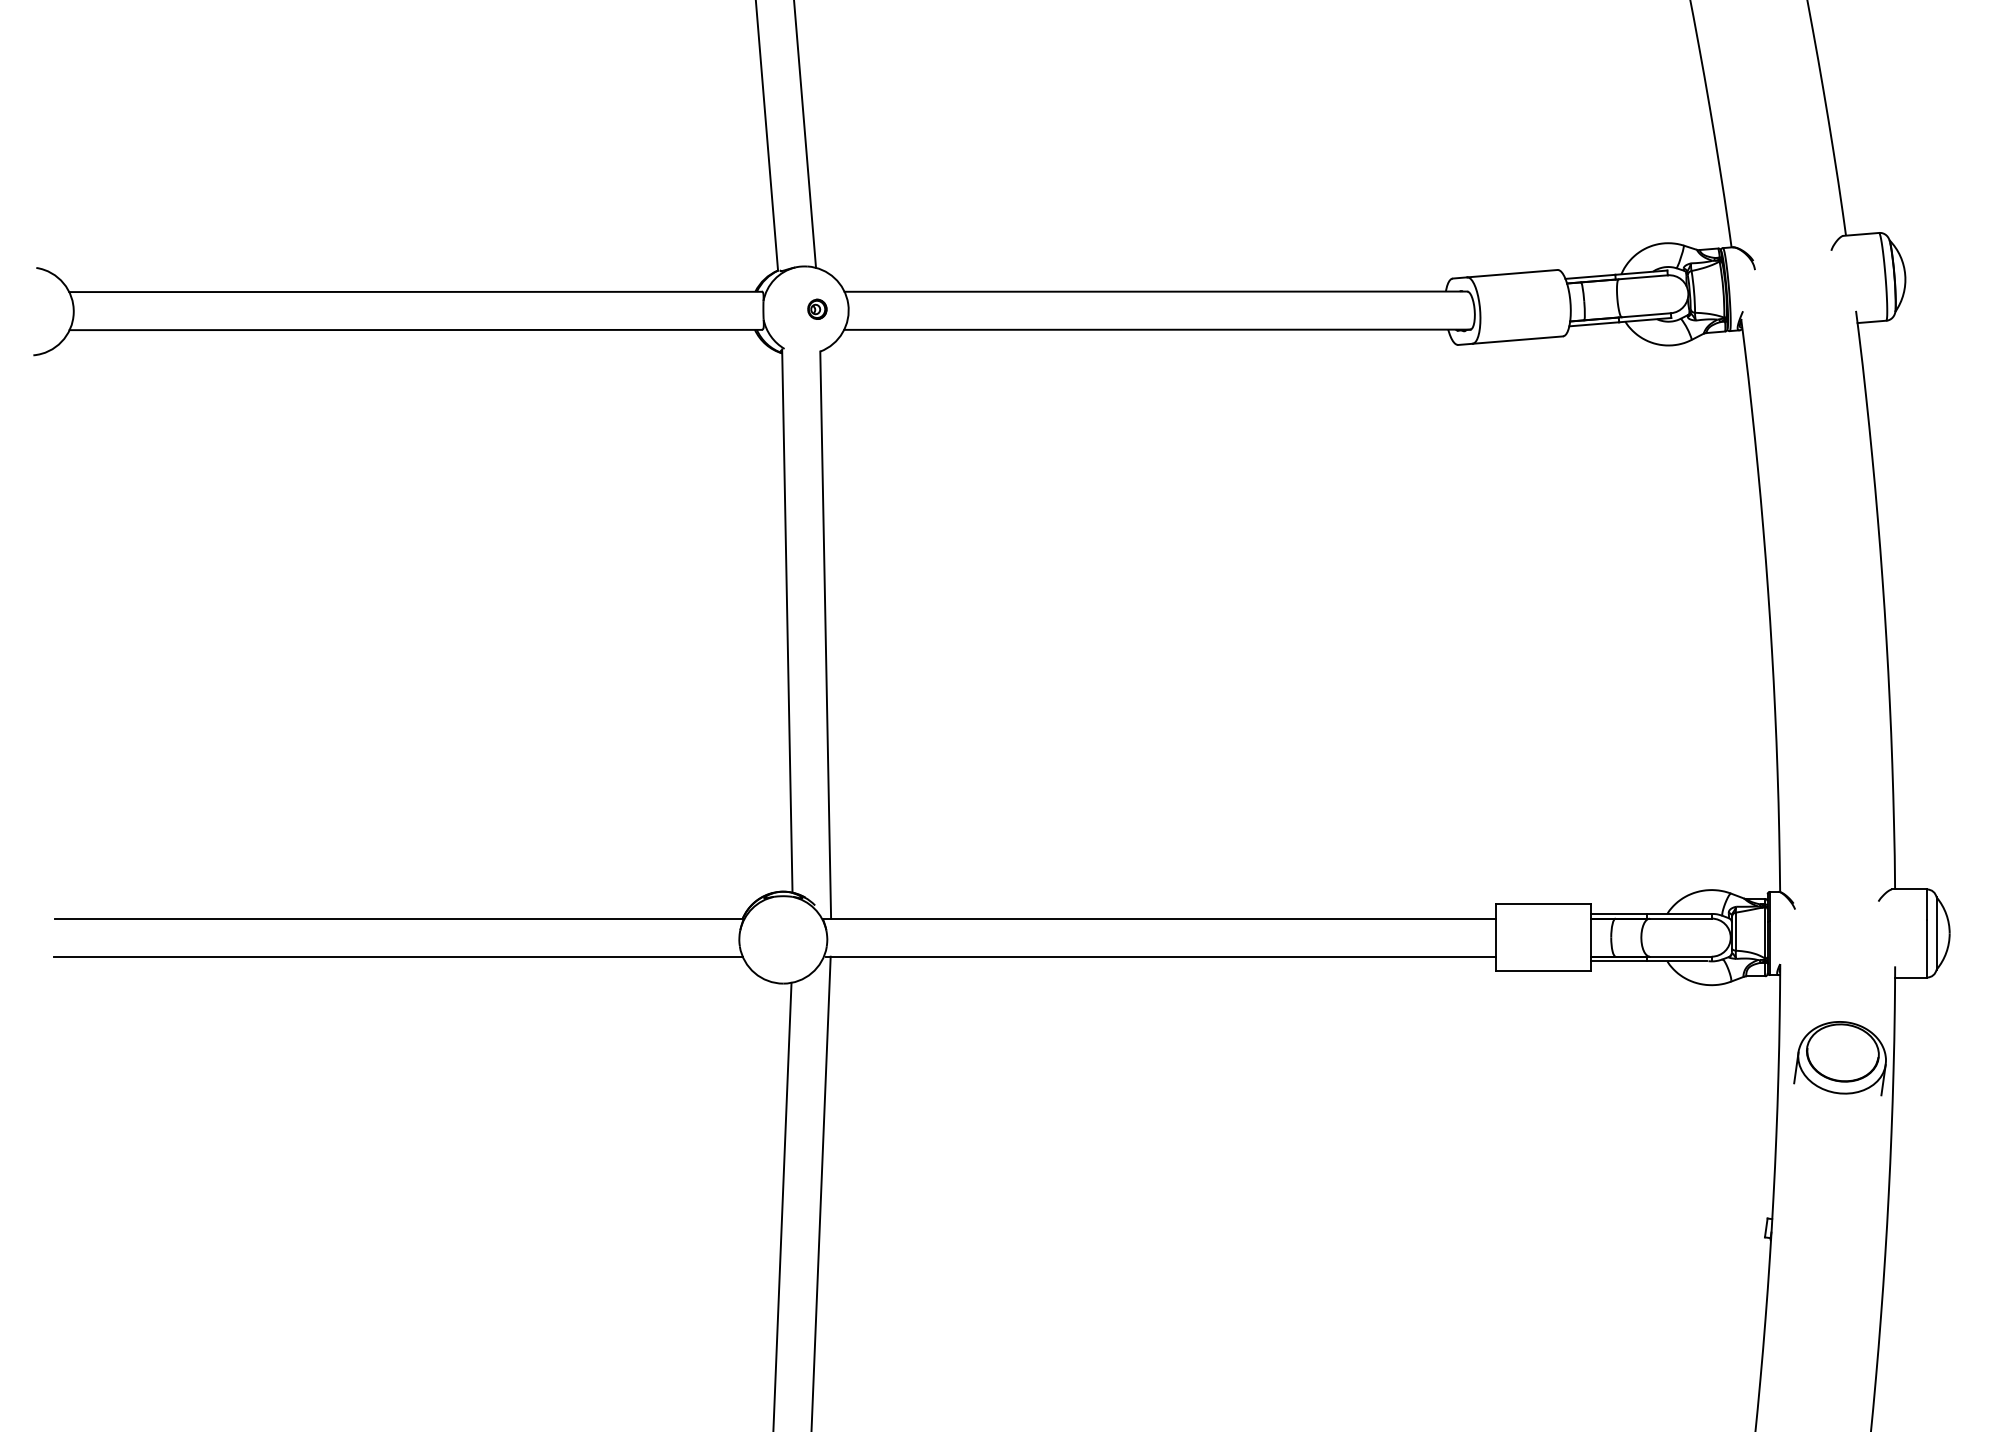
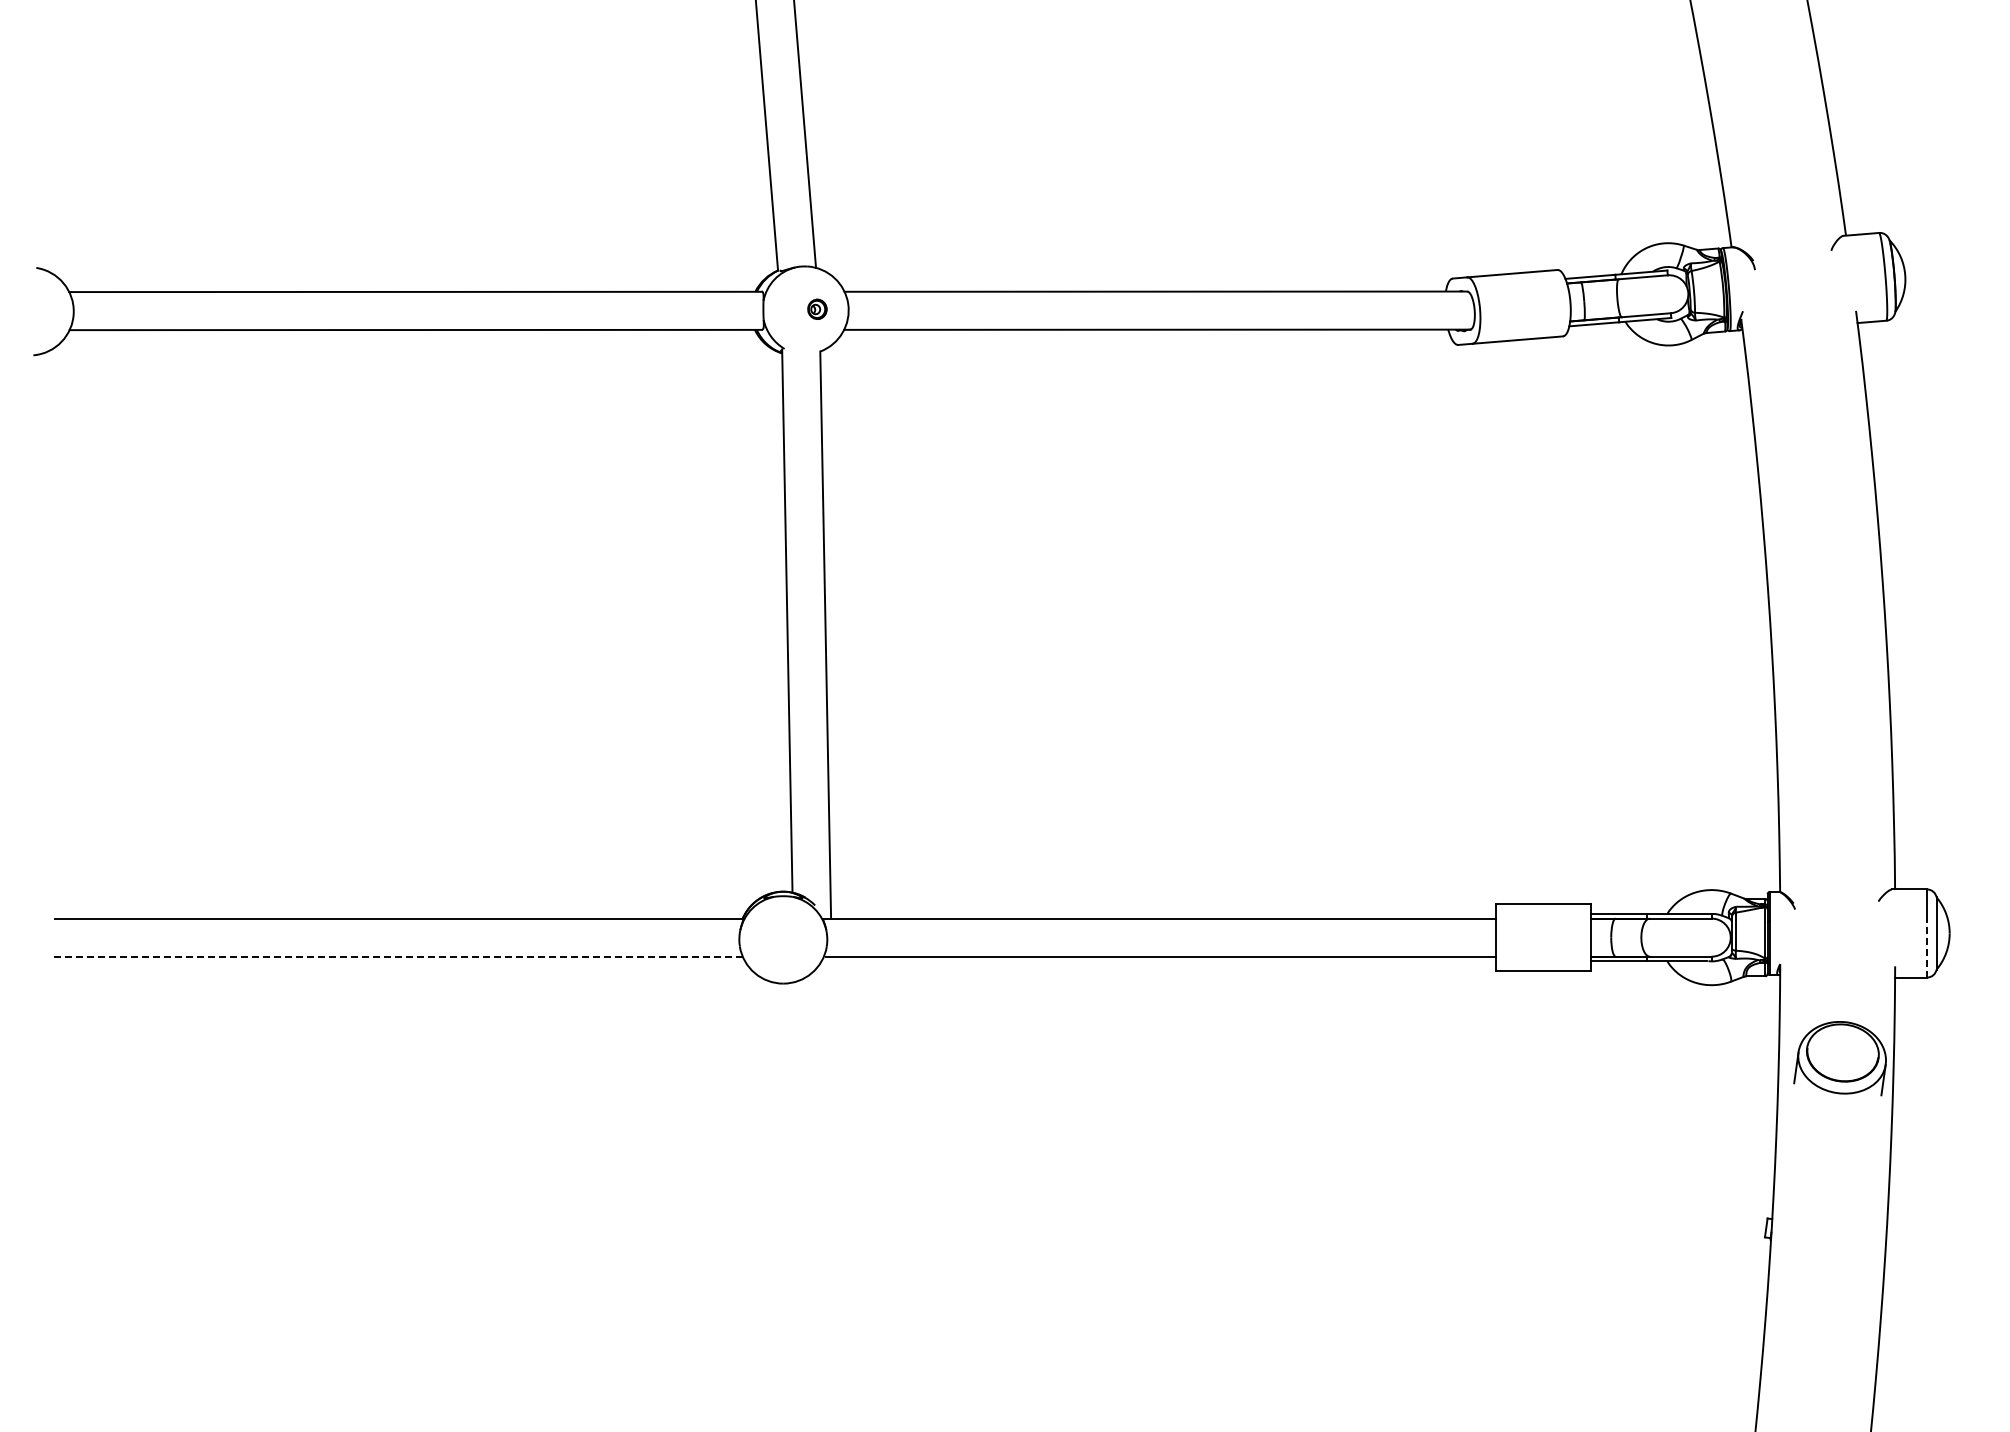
line at (1927, 948): solid -> dashed
line at (398, 956): solid -> dashed
line at (820, 1192): present -> none
line at (782, 1205): present -> none
